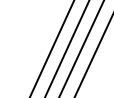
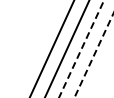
line at (81, 49): solid -> dashed
line at (94, 55): solid -> dashed
